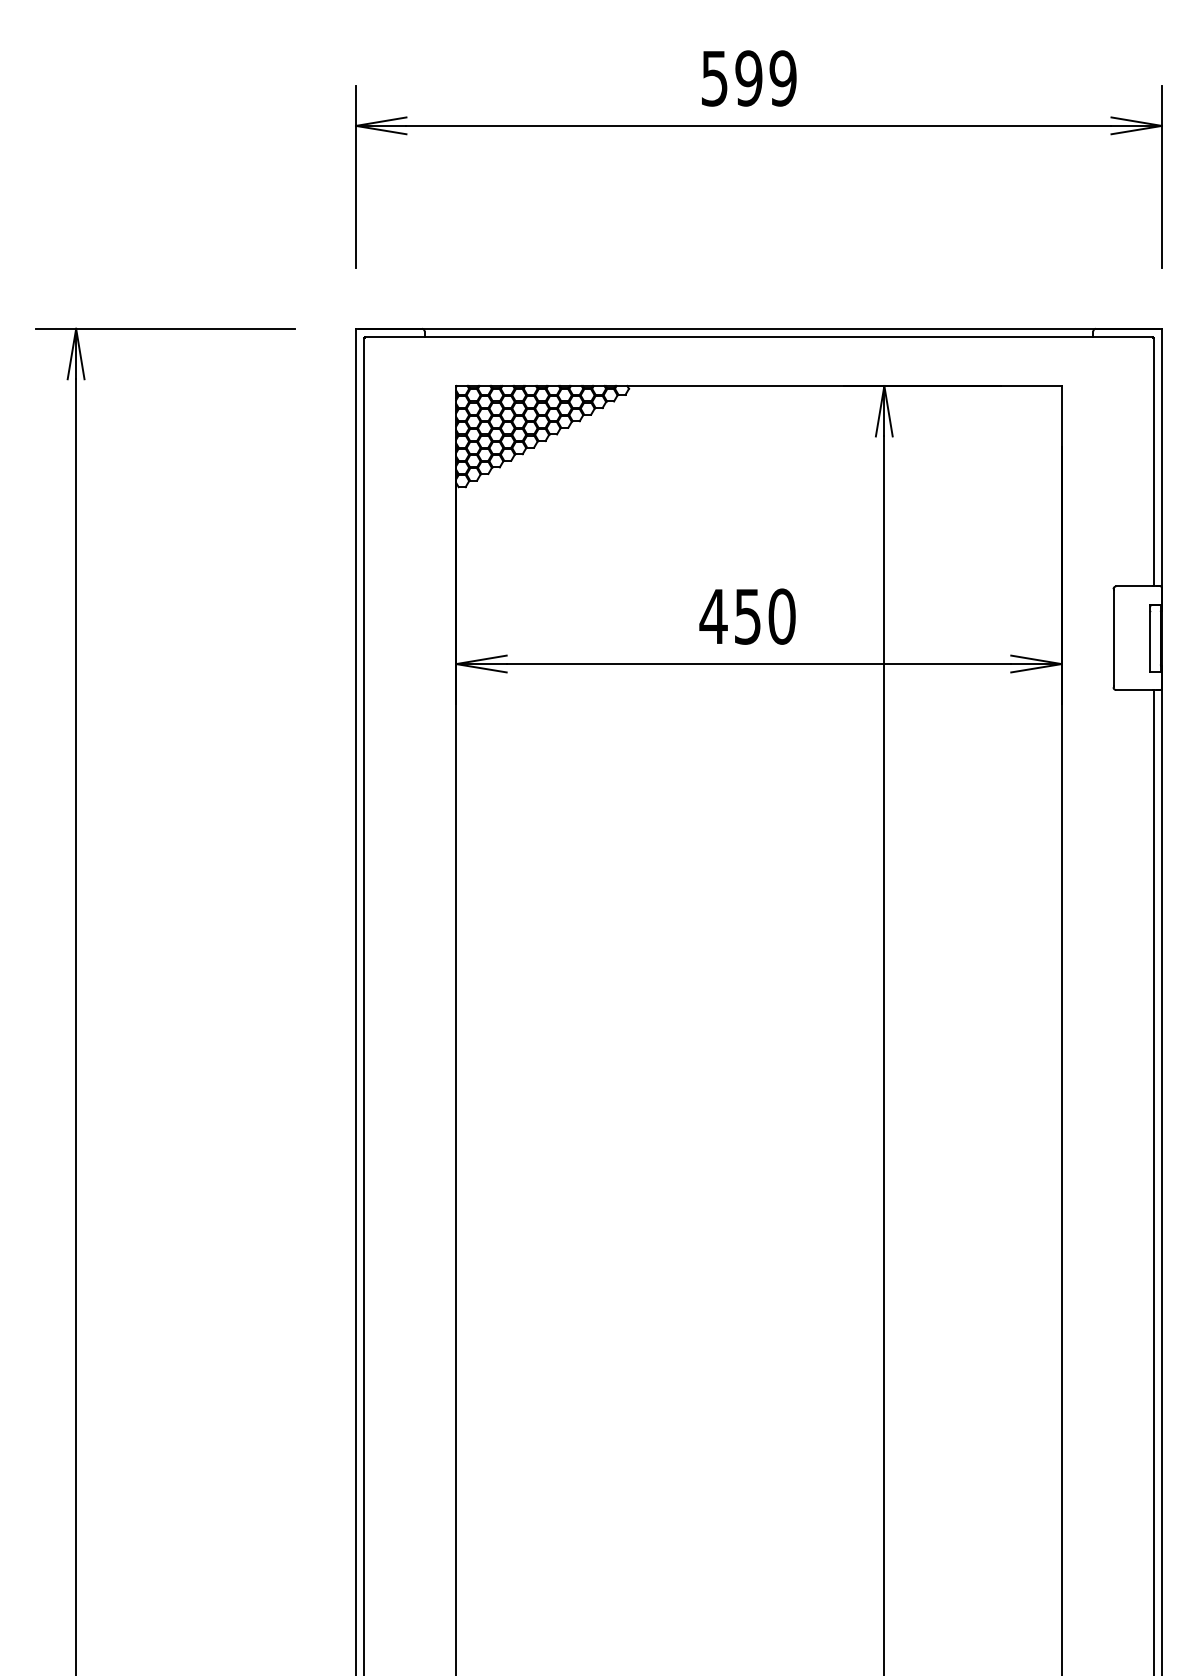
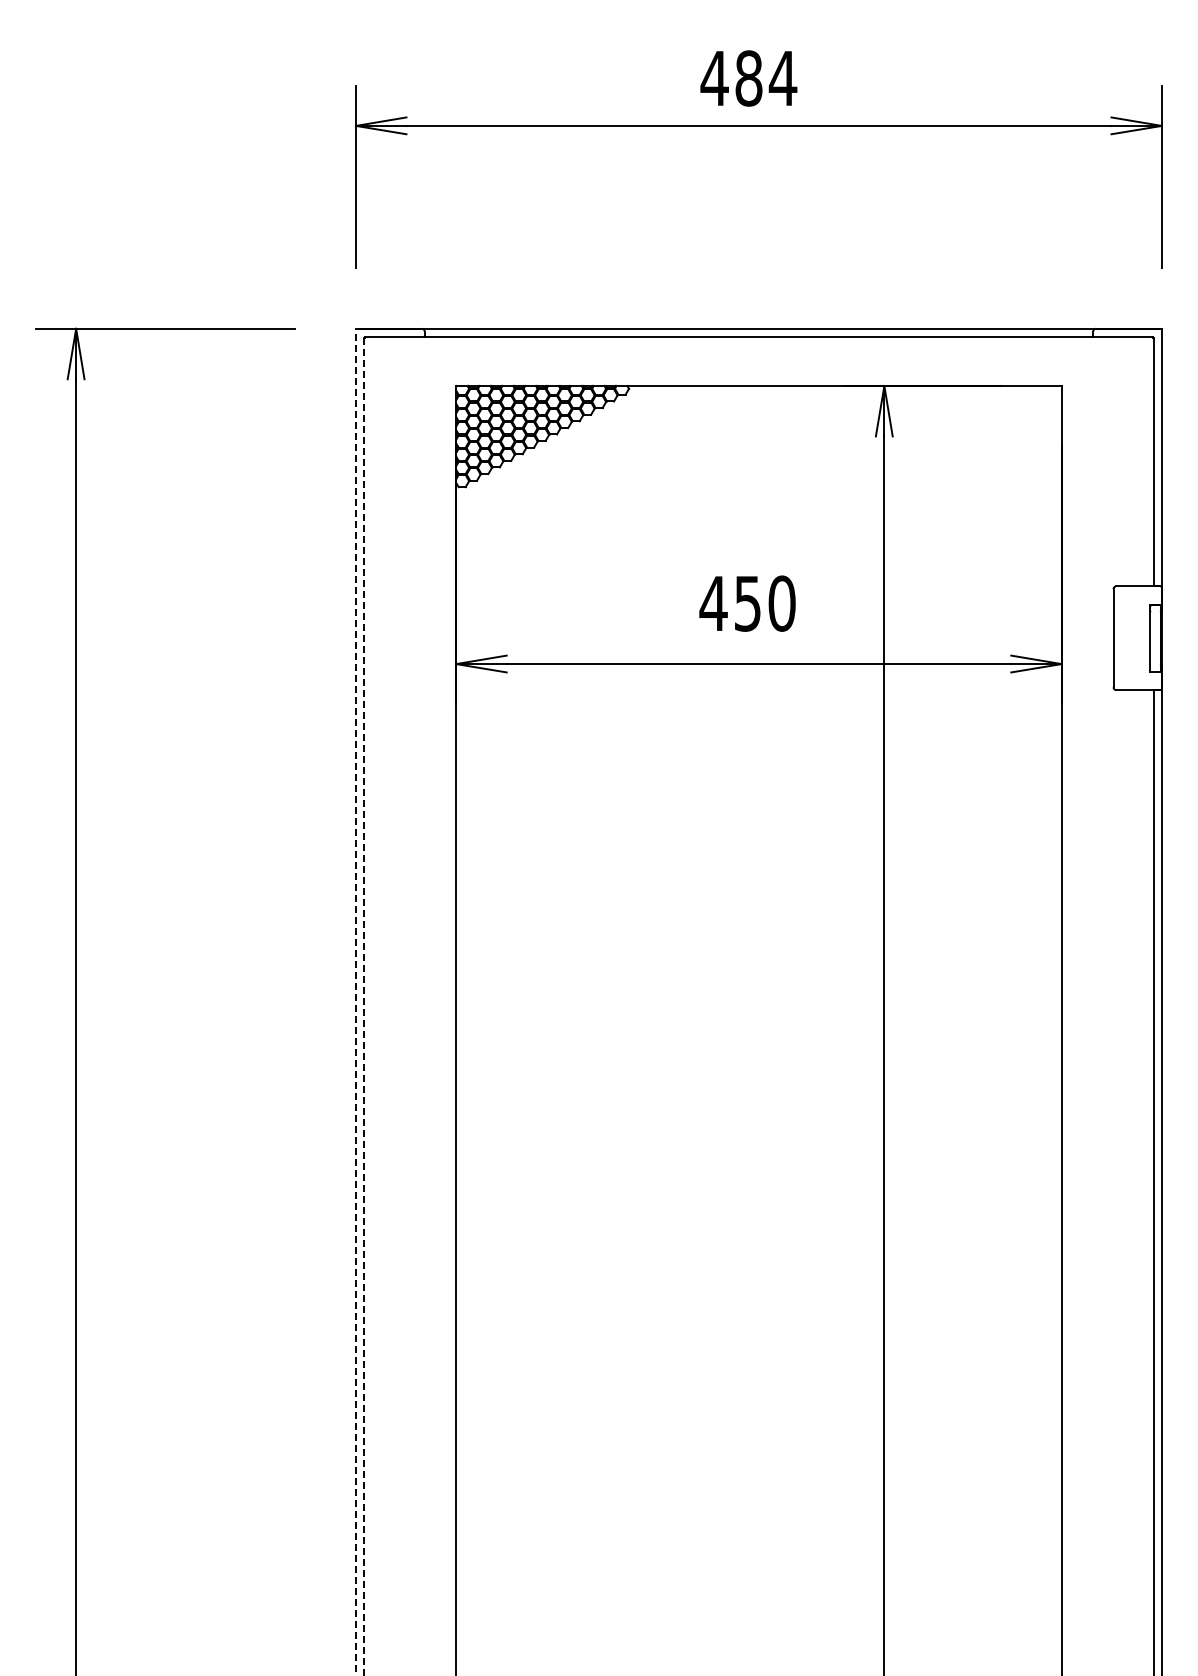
text at (748, 78): 599 -> 484
text at (747, 616) position: (747, 616) -> (747, 603)
line at (356, 1001): solid -> dashed
line at (364, 1007): solid -> dashed
